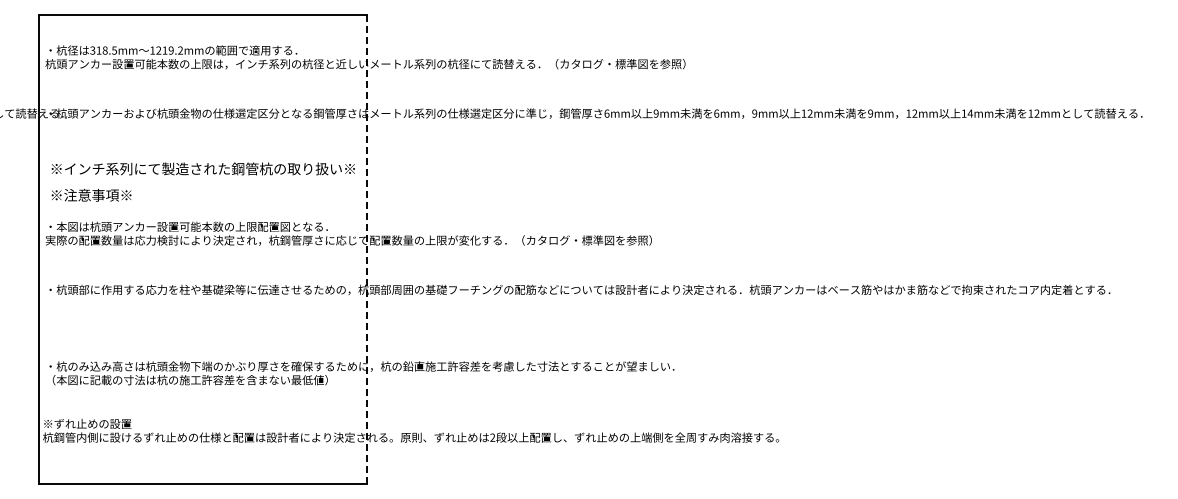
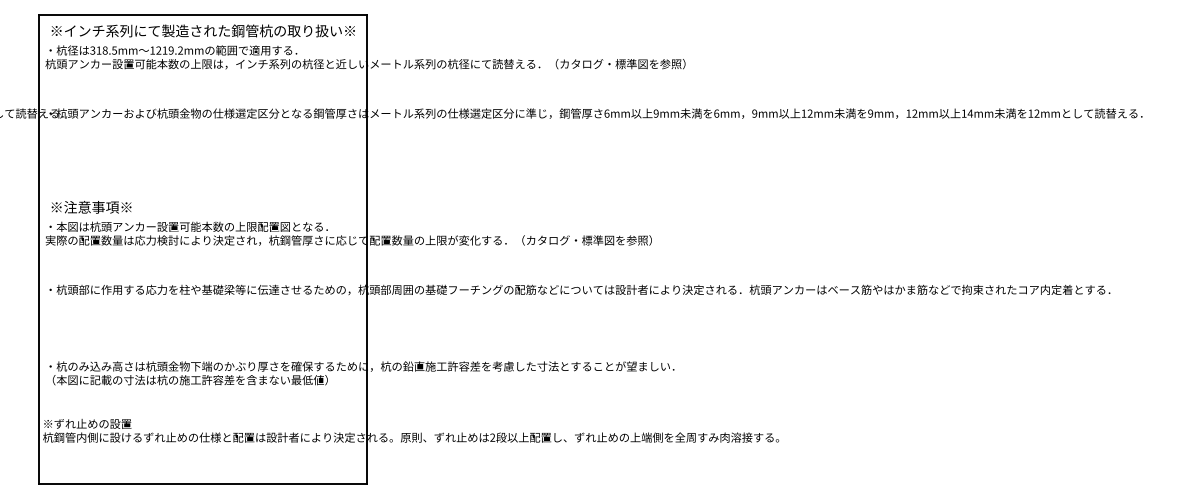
text at (202, 168) position: (202, 168) -> (202, 30)
text at (91, 195) position: (91, 195) -> (91, 207)
line at (366, 249): dashed -> solid
